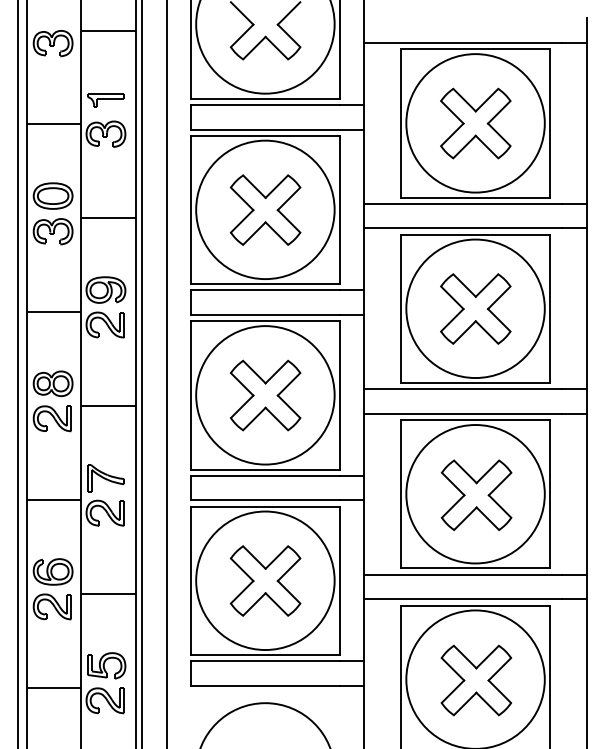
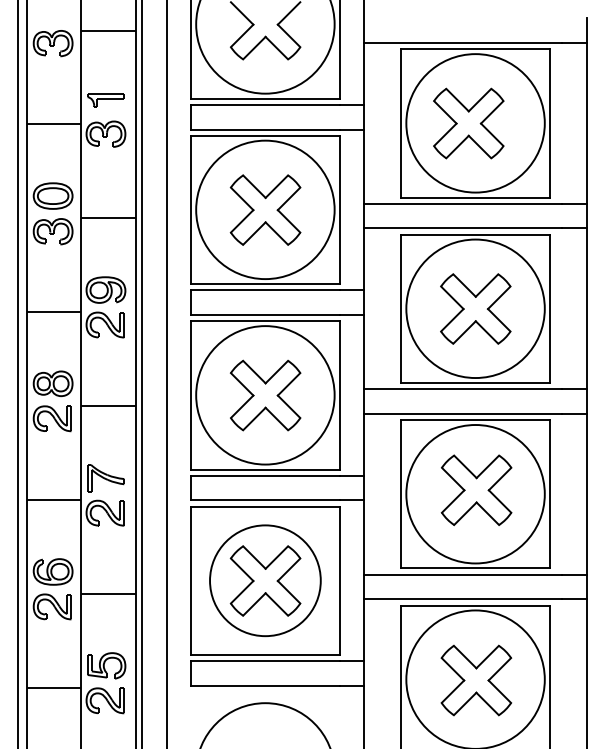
part at (475, 123) position: (475, 123) -> (468, 123)
part at (476, 494) position: (476, 494) -> (476, 489)
circle at (265, 580) diameter: 138 px -> 111 px
